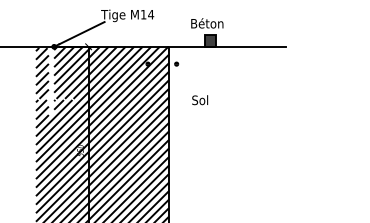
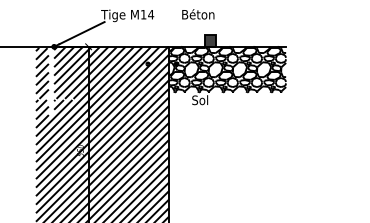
text at (207, 23) position: (207, 23) -> (198, 14)
hatch at (227, 69): none -> present
